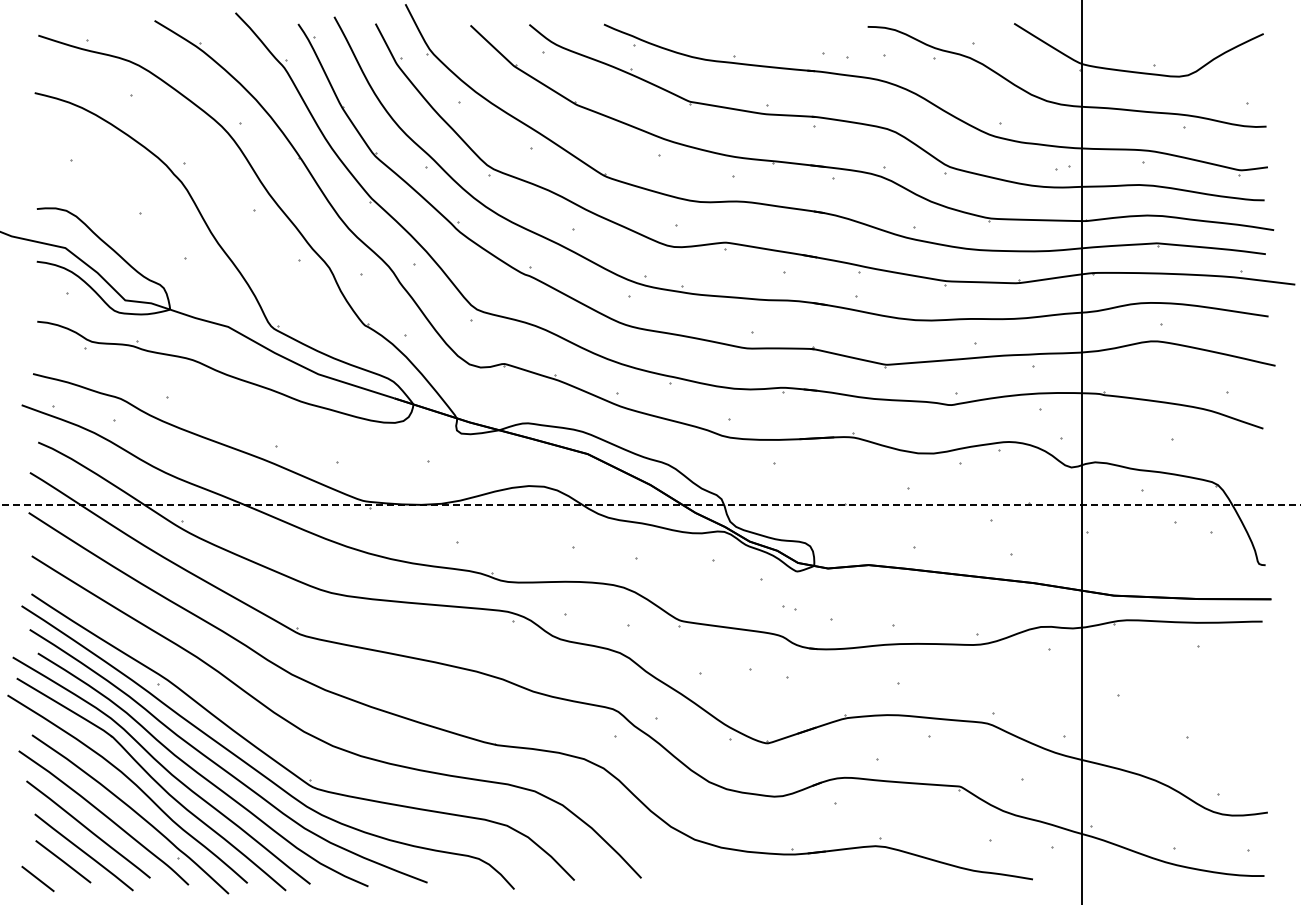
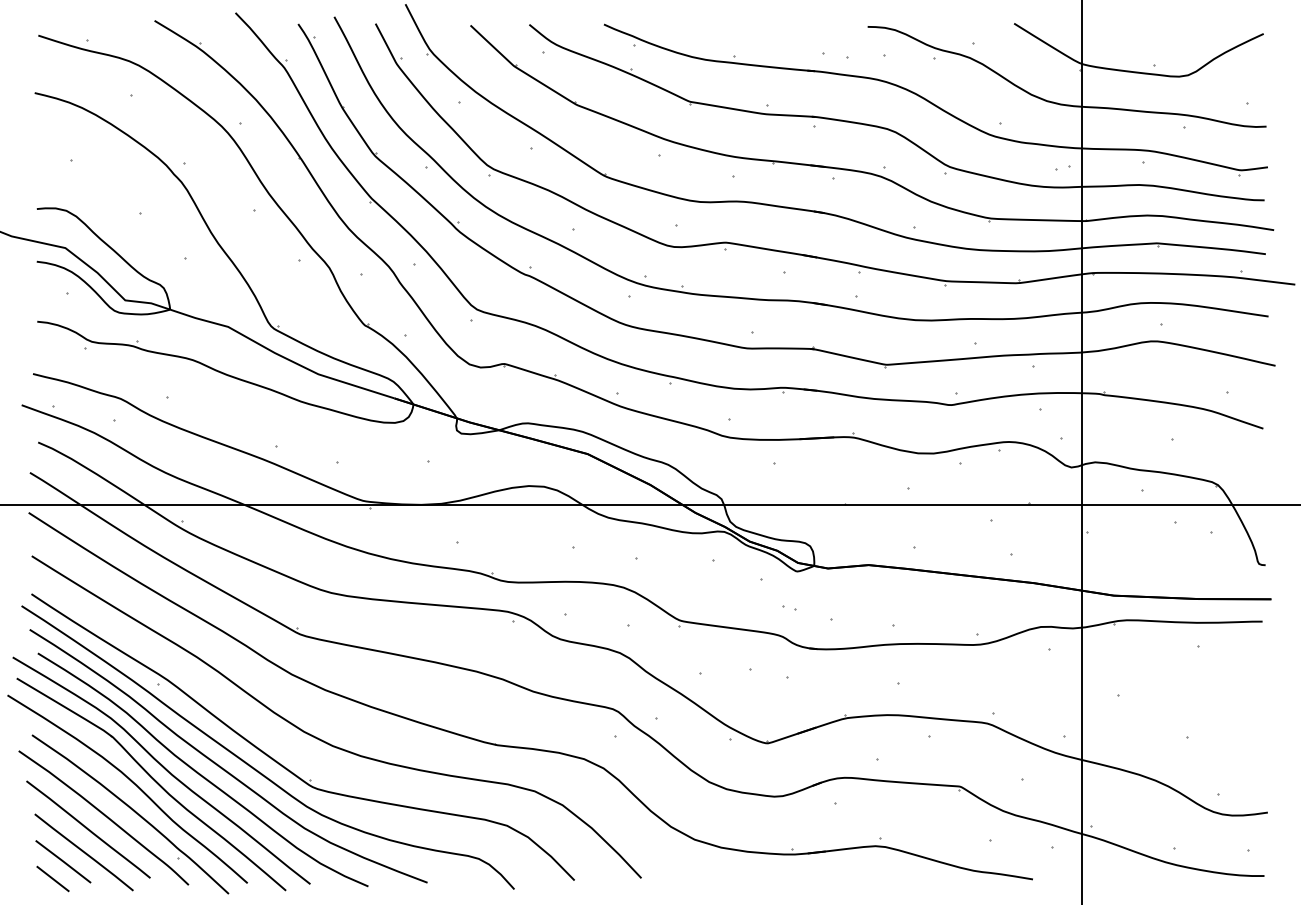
line at (650, 505): dashed -> solid
line at (37, 878) position: (37, 878) -> (52, 878)
